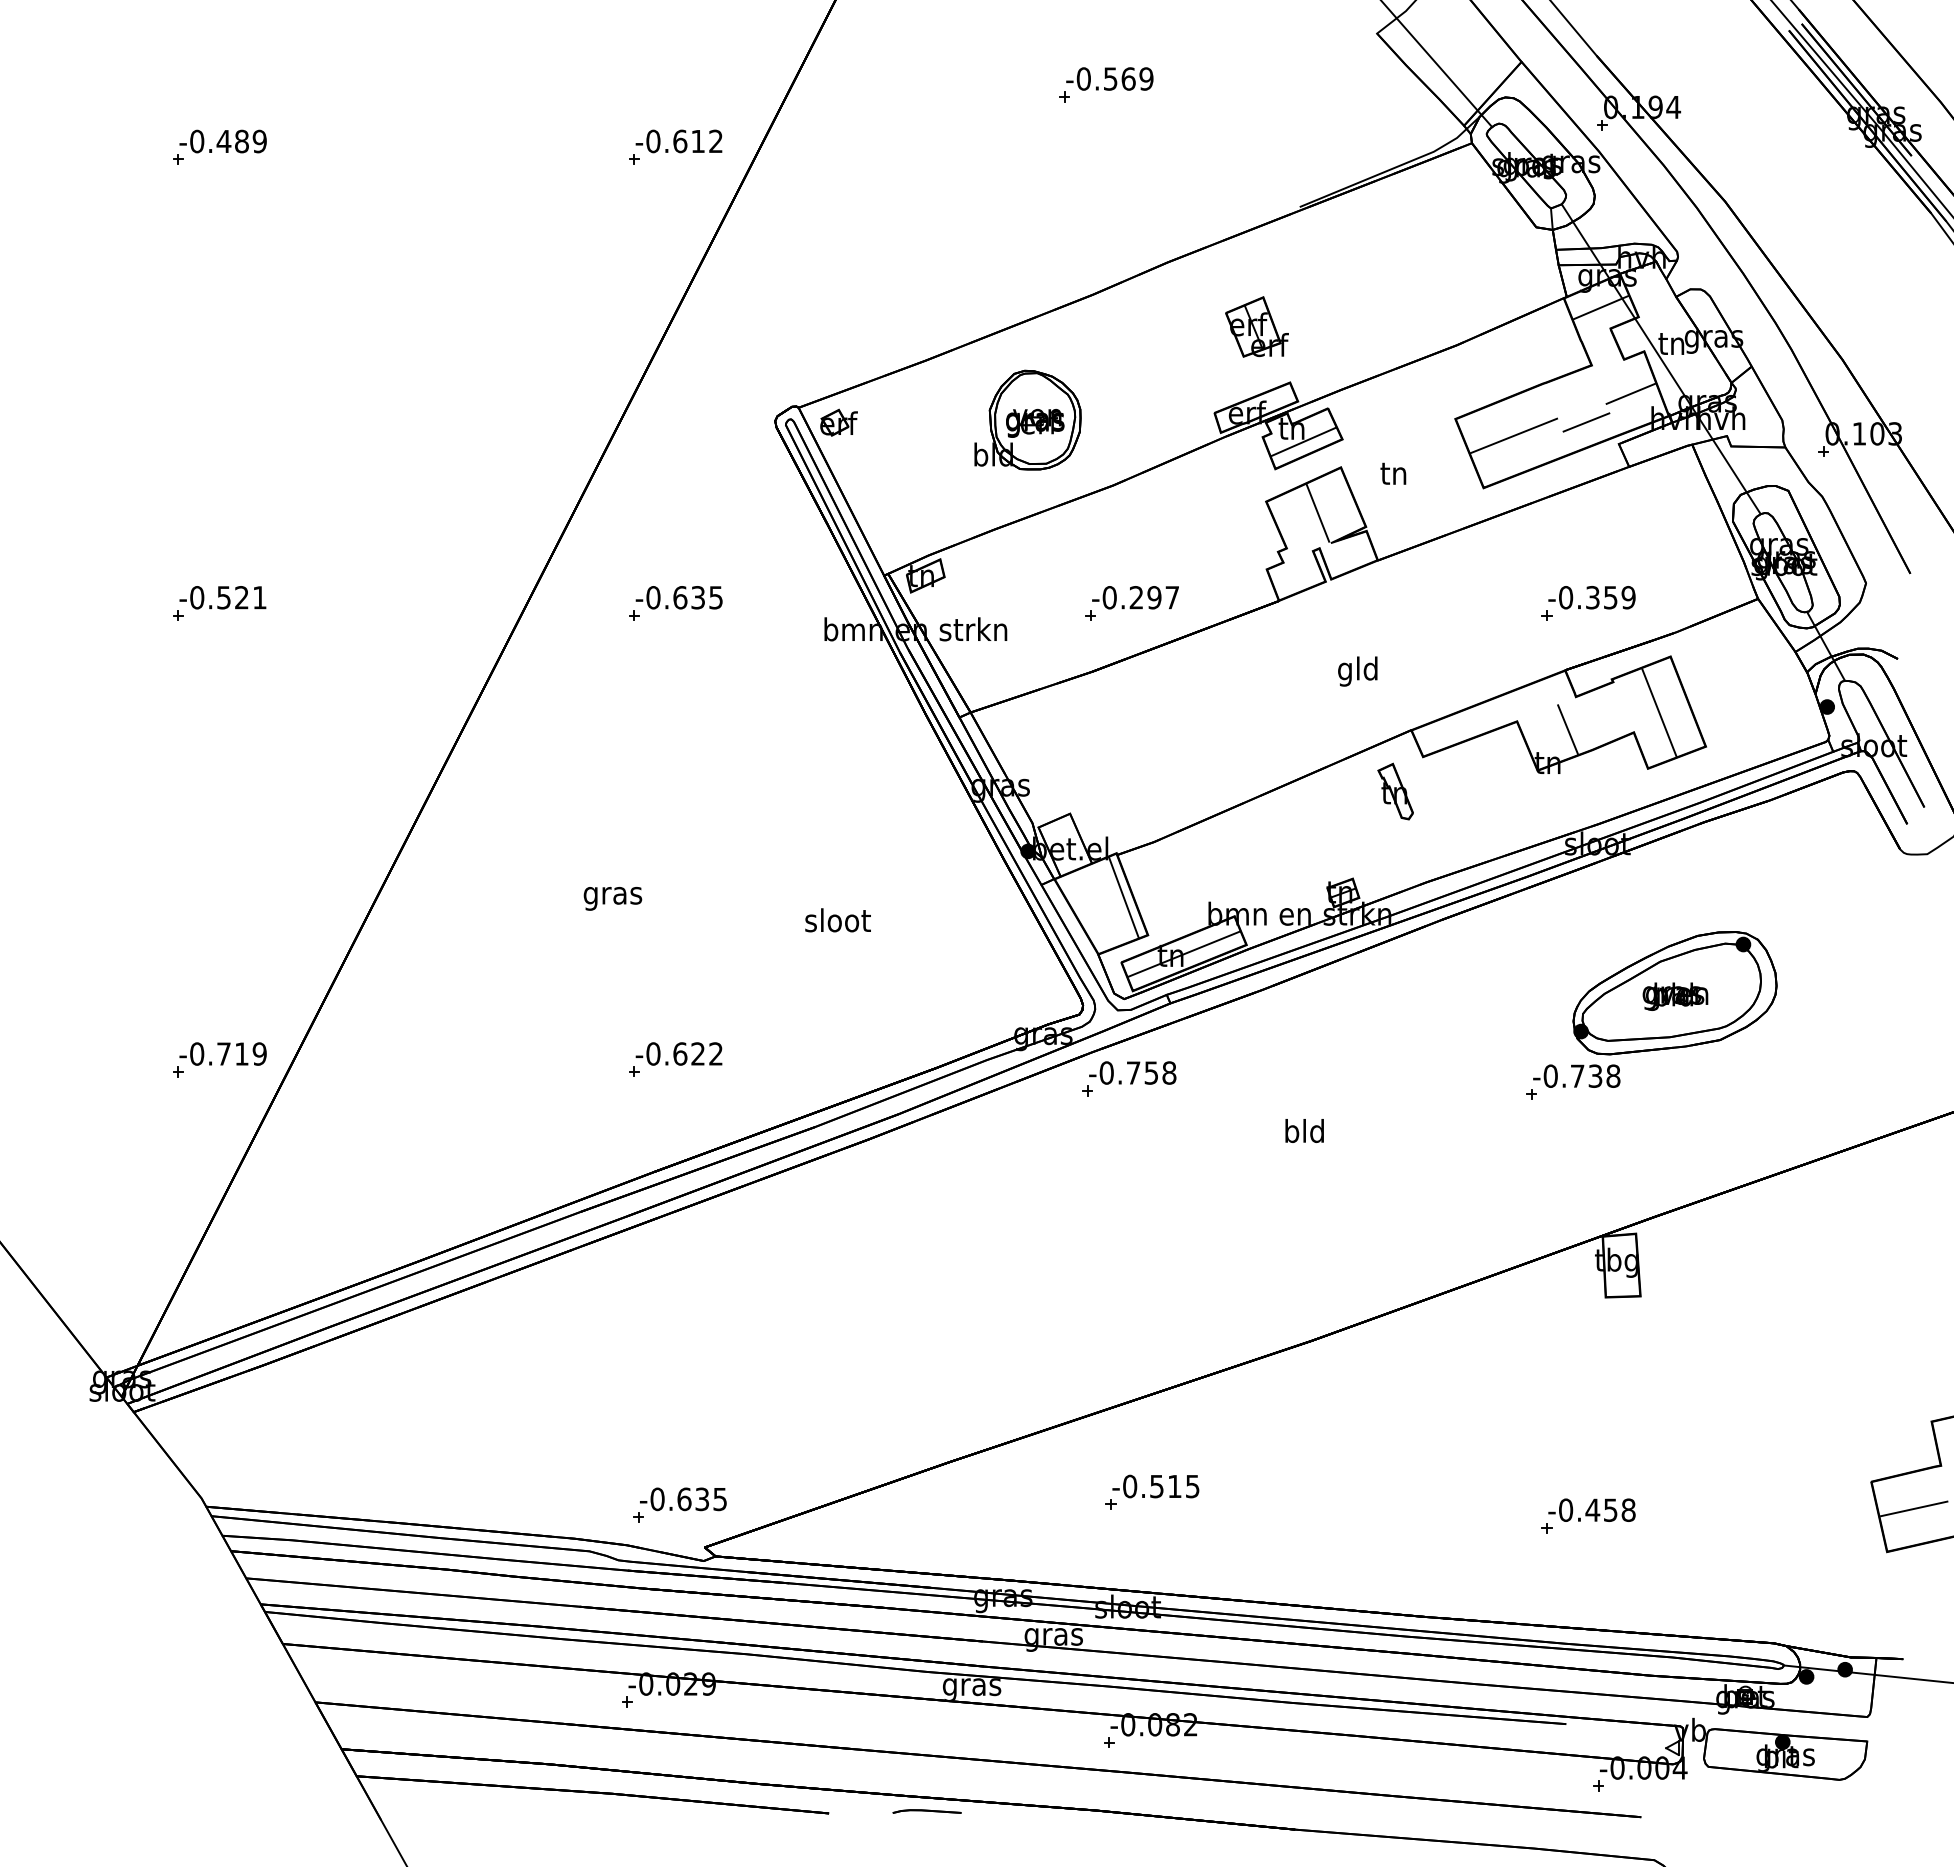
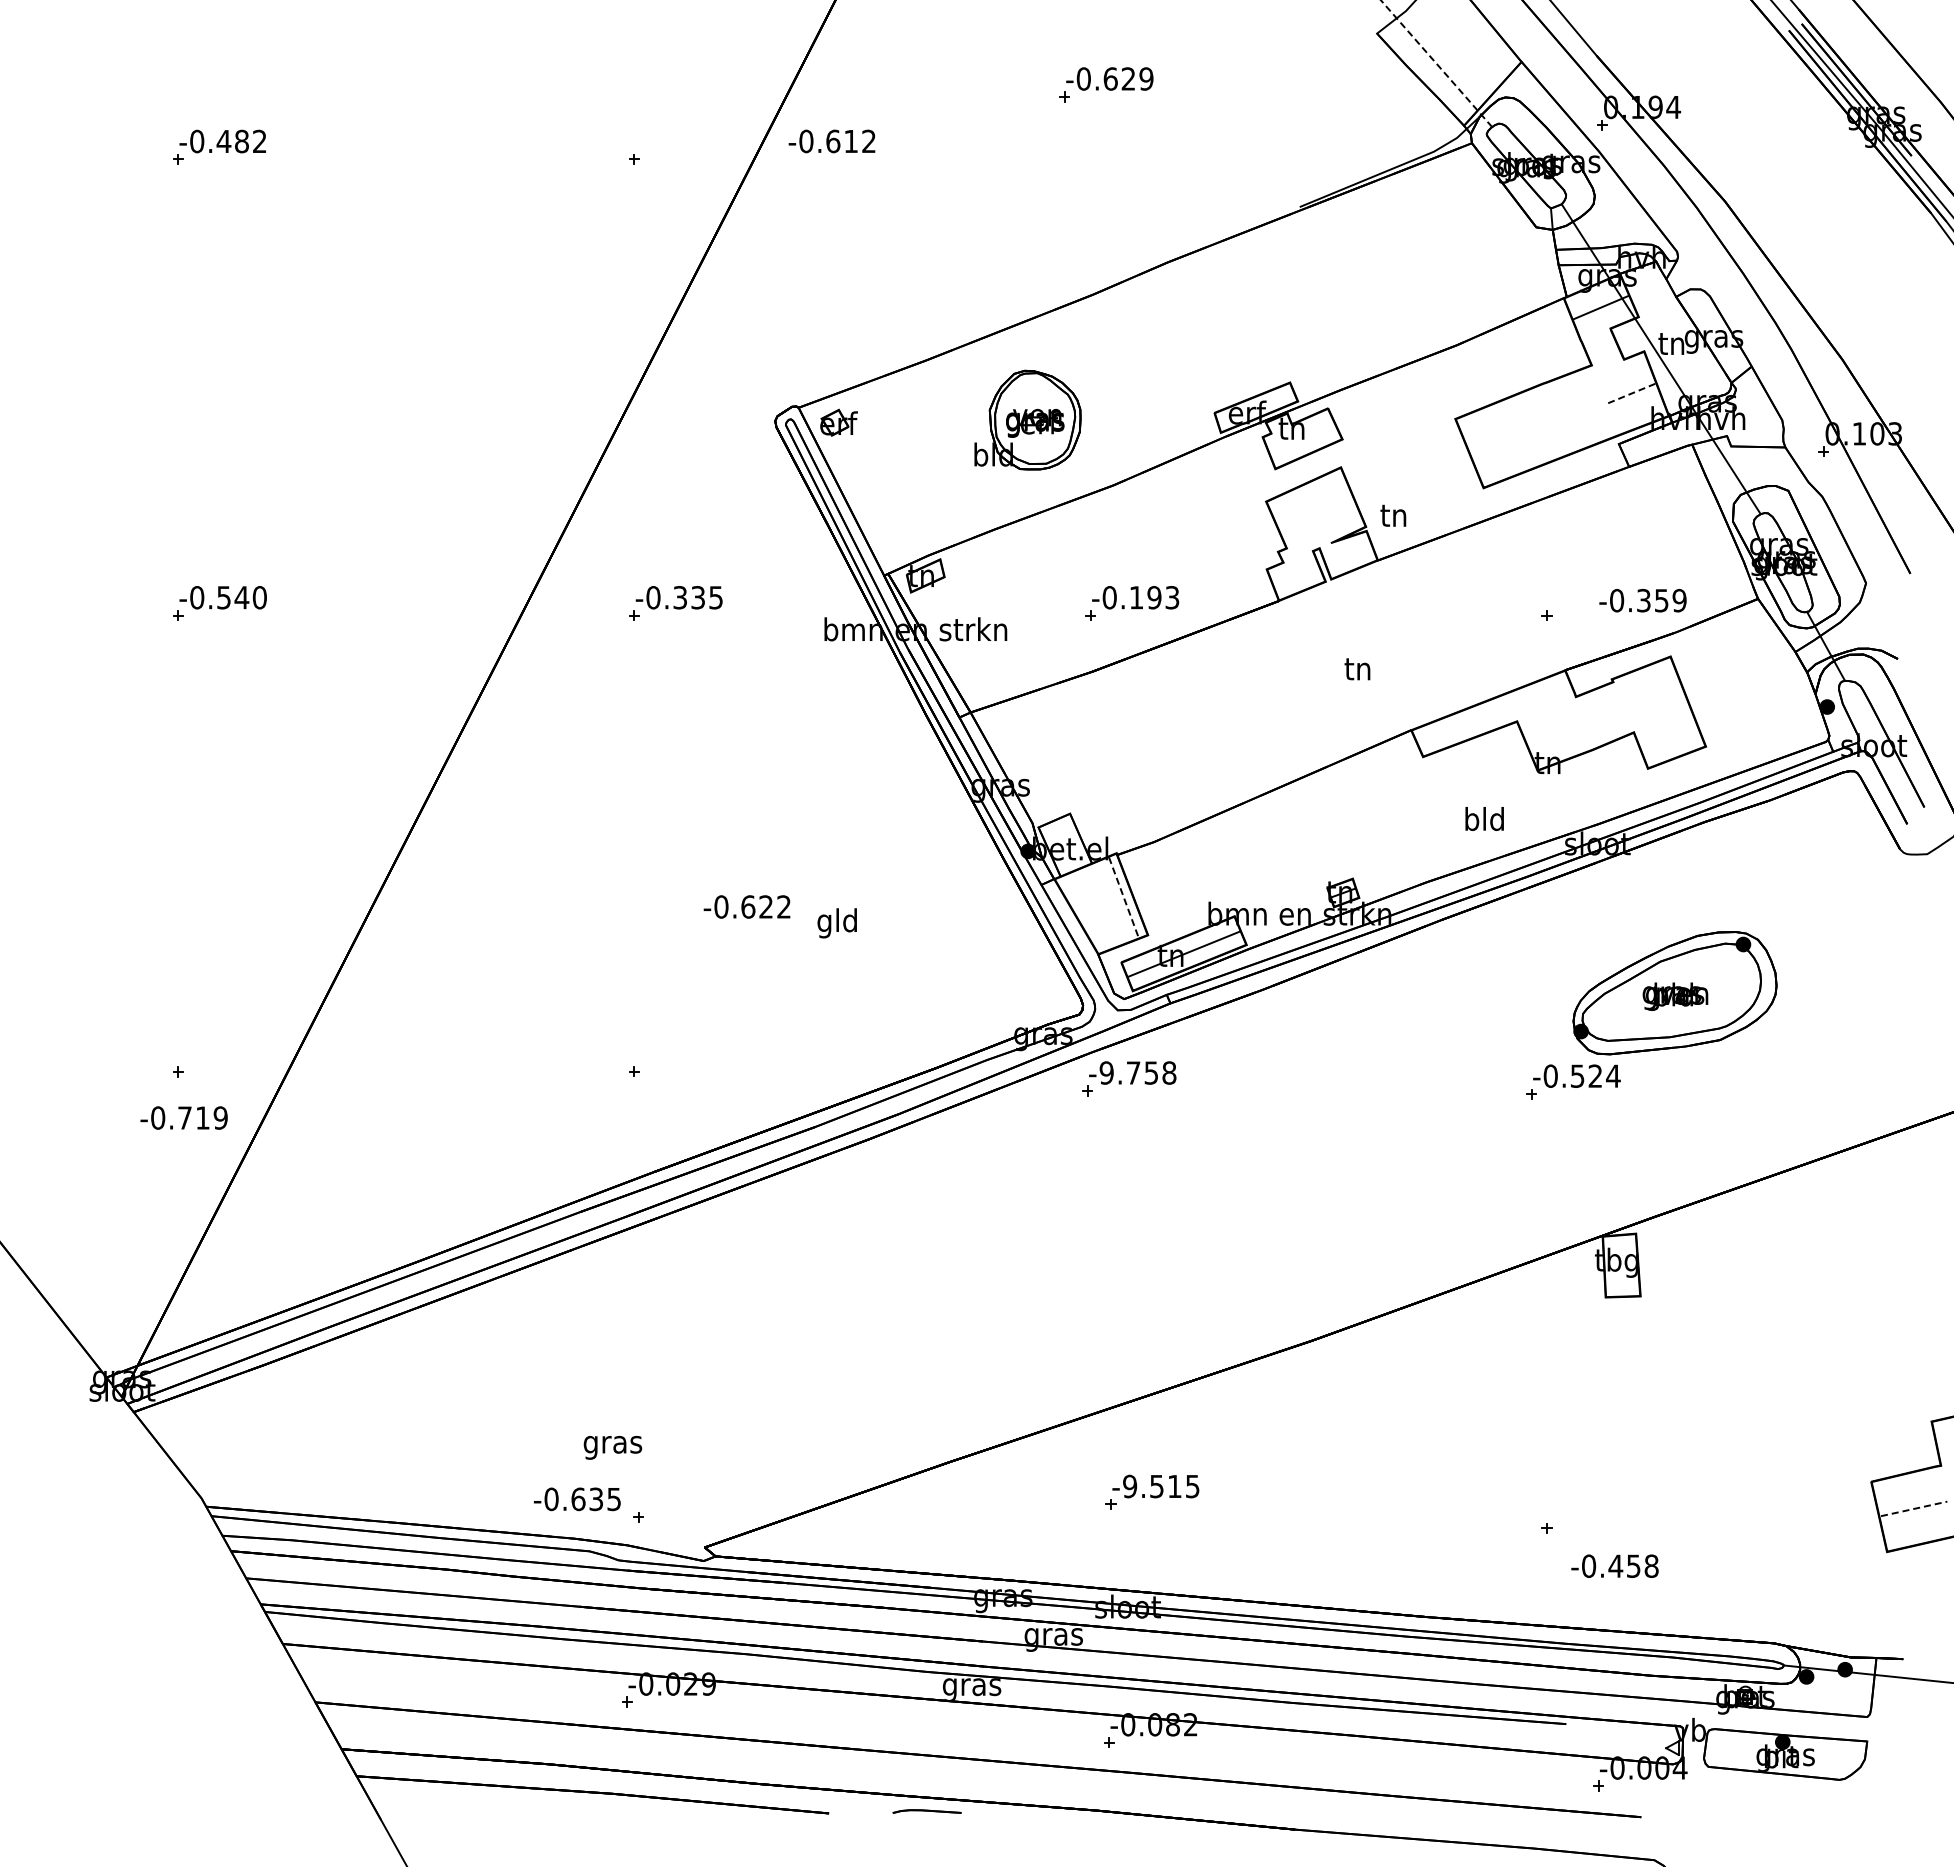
line at (1436, 63): solid -> dashed
text at (1119, 78): -0.569 -> -0.629
text at (259, 141): -0.489 -> -0.482
text at (678, 141) position: (678, 141) -> (831, 141)
part at (1256, 326): present -> none
line at (1630, 394): solid -> dashed
line at (1586, 422): present -> none
line at (1513, 435): present -> none
line at (1303, 441): present -> none
text at (1393, 473) position: (1393, 473) -> (1393, 515)
line at (1317, 512): present -> none
text at (250, 597): -0.521 -> -0.540
text at (680, 597): -0.635 -> -0.335
text at (1154, 597): -0.297 -> -0.193
text at (1591, 597) position: (1591, 597) -> (1642, 600)
text at (1357, 671): gld -> tn
line at (1659, 712): present -> none
line at (1568, 729): present -> none
part at (1395, 791): present -> none
line at (1123, 897): solid -> dashed
text at (612, 898) position: (612, 898) -> (612, 1447)
text at (837, 923): sloot -> gld
text at (222, 1053) position: (222, 1053) -> (183, 1117)
text at (678, 1053) position: (678, 1053) -> (746, 906)
text at (1106, 1072): -0.758 -> -9.758
text at (1595, 1075): -0.738 -> -0.524
text at (1304, 1130) position: (1304, 1130) -> (1484, 818)
text at (1130, 1486): -0.515 -> -9.515
text at (683, 1499) position: (683, 1499) -> (577, 1499)
line at (1914, 1508): solid -> dashed
text at (1591, 1509) position: (1591, 1509) -> (1614, 1565)
